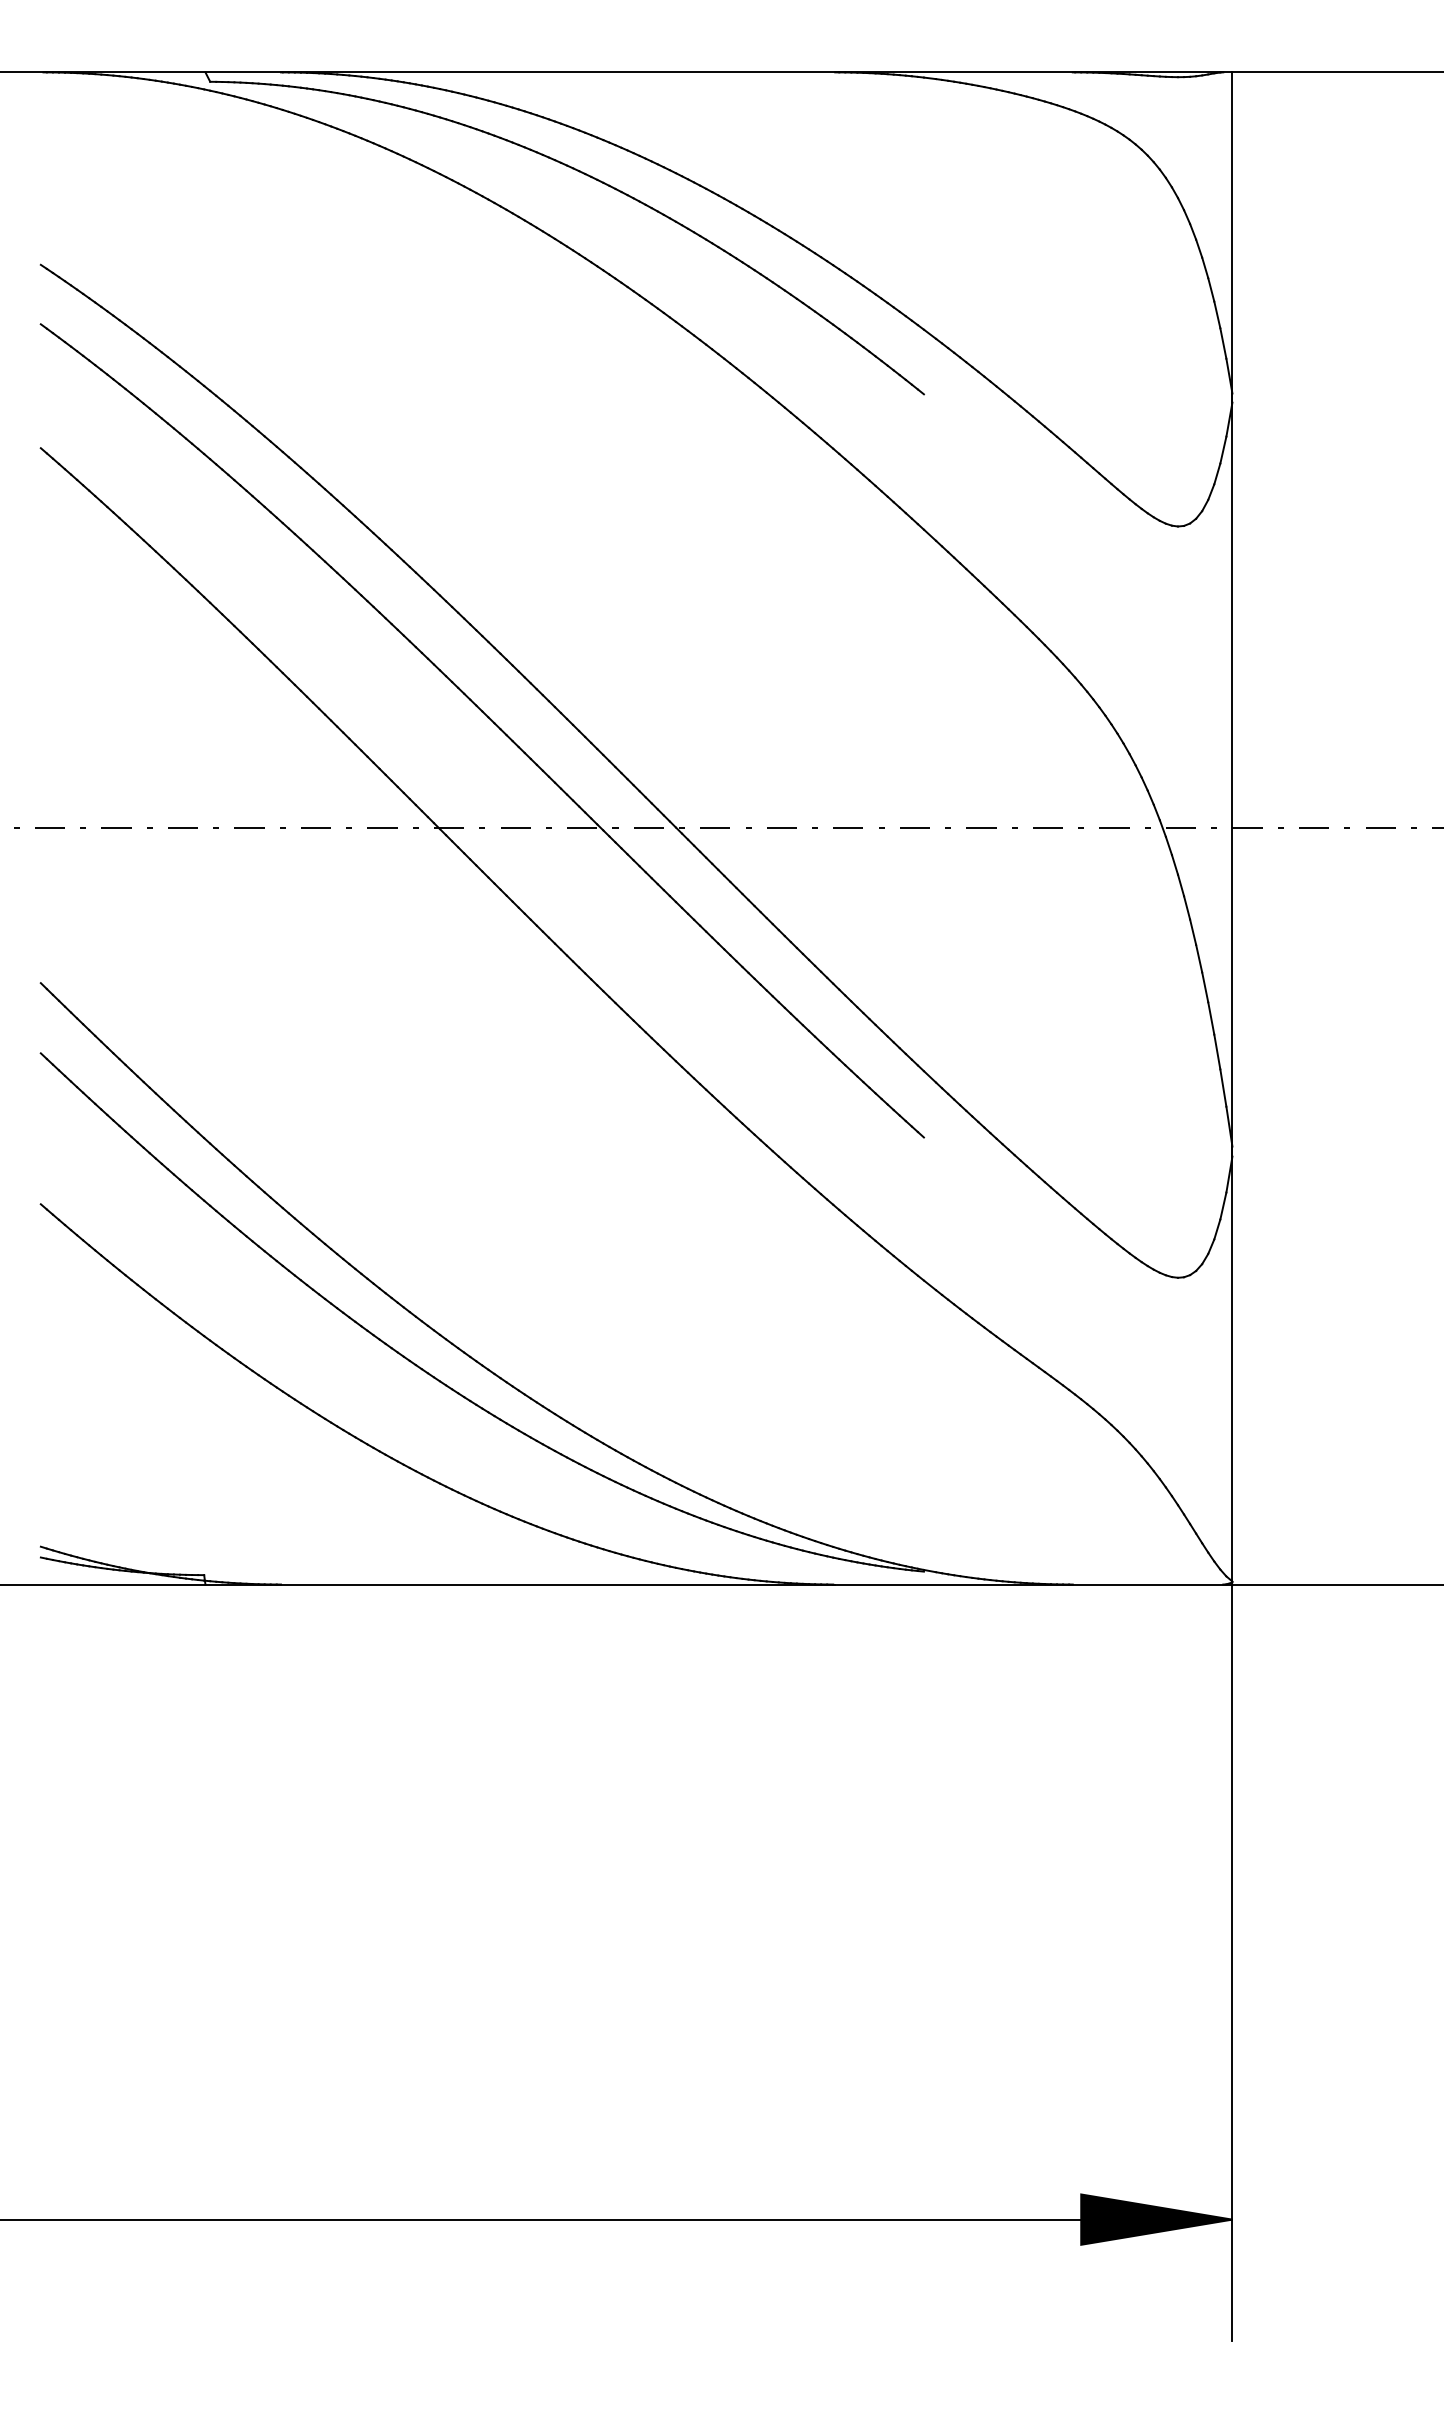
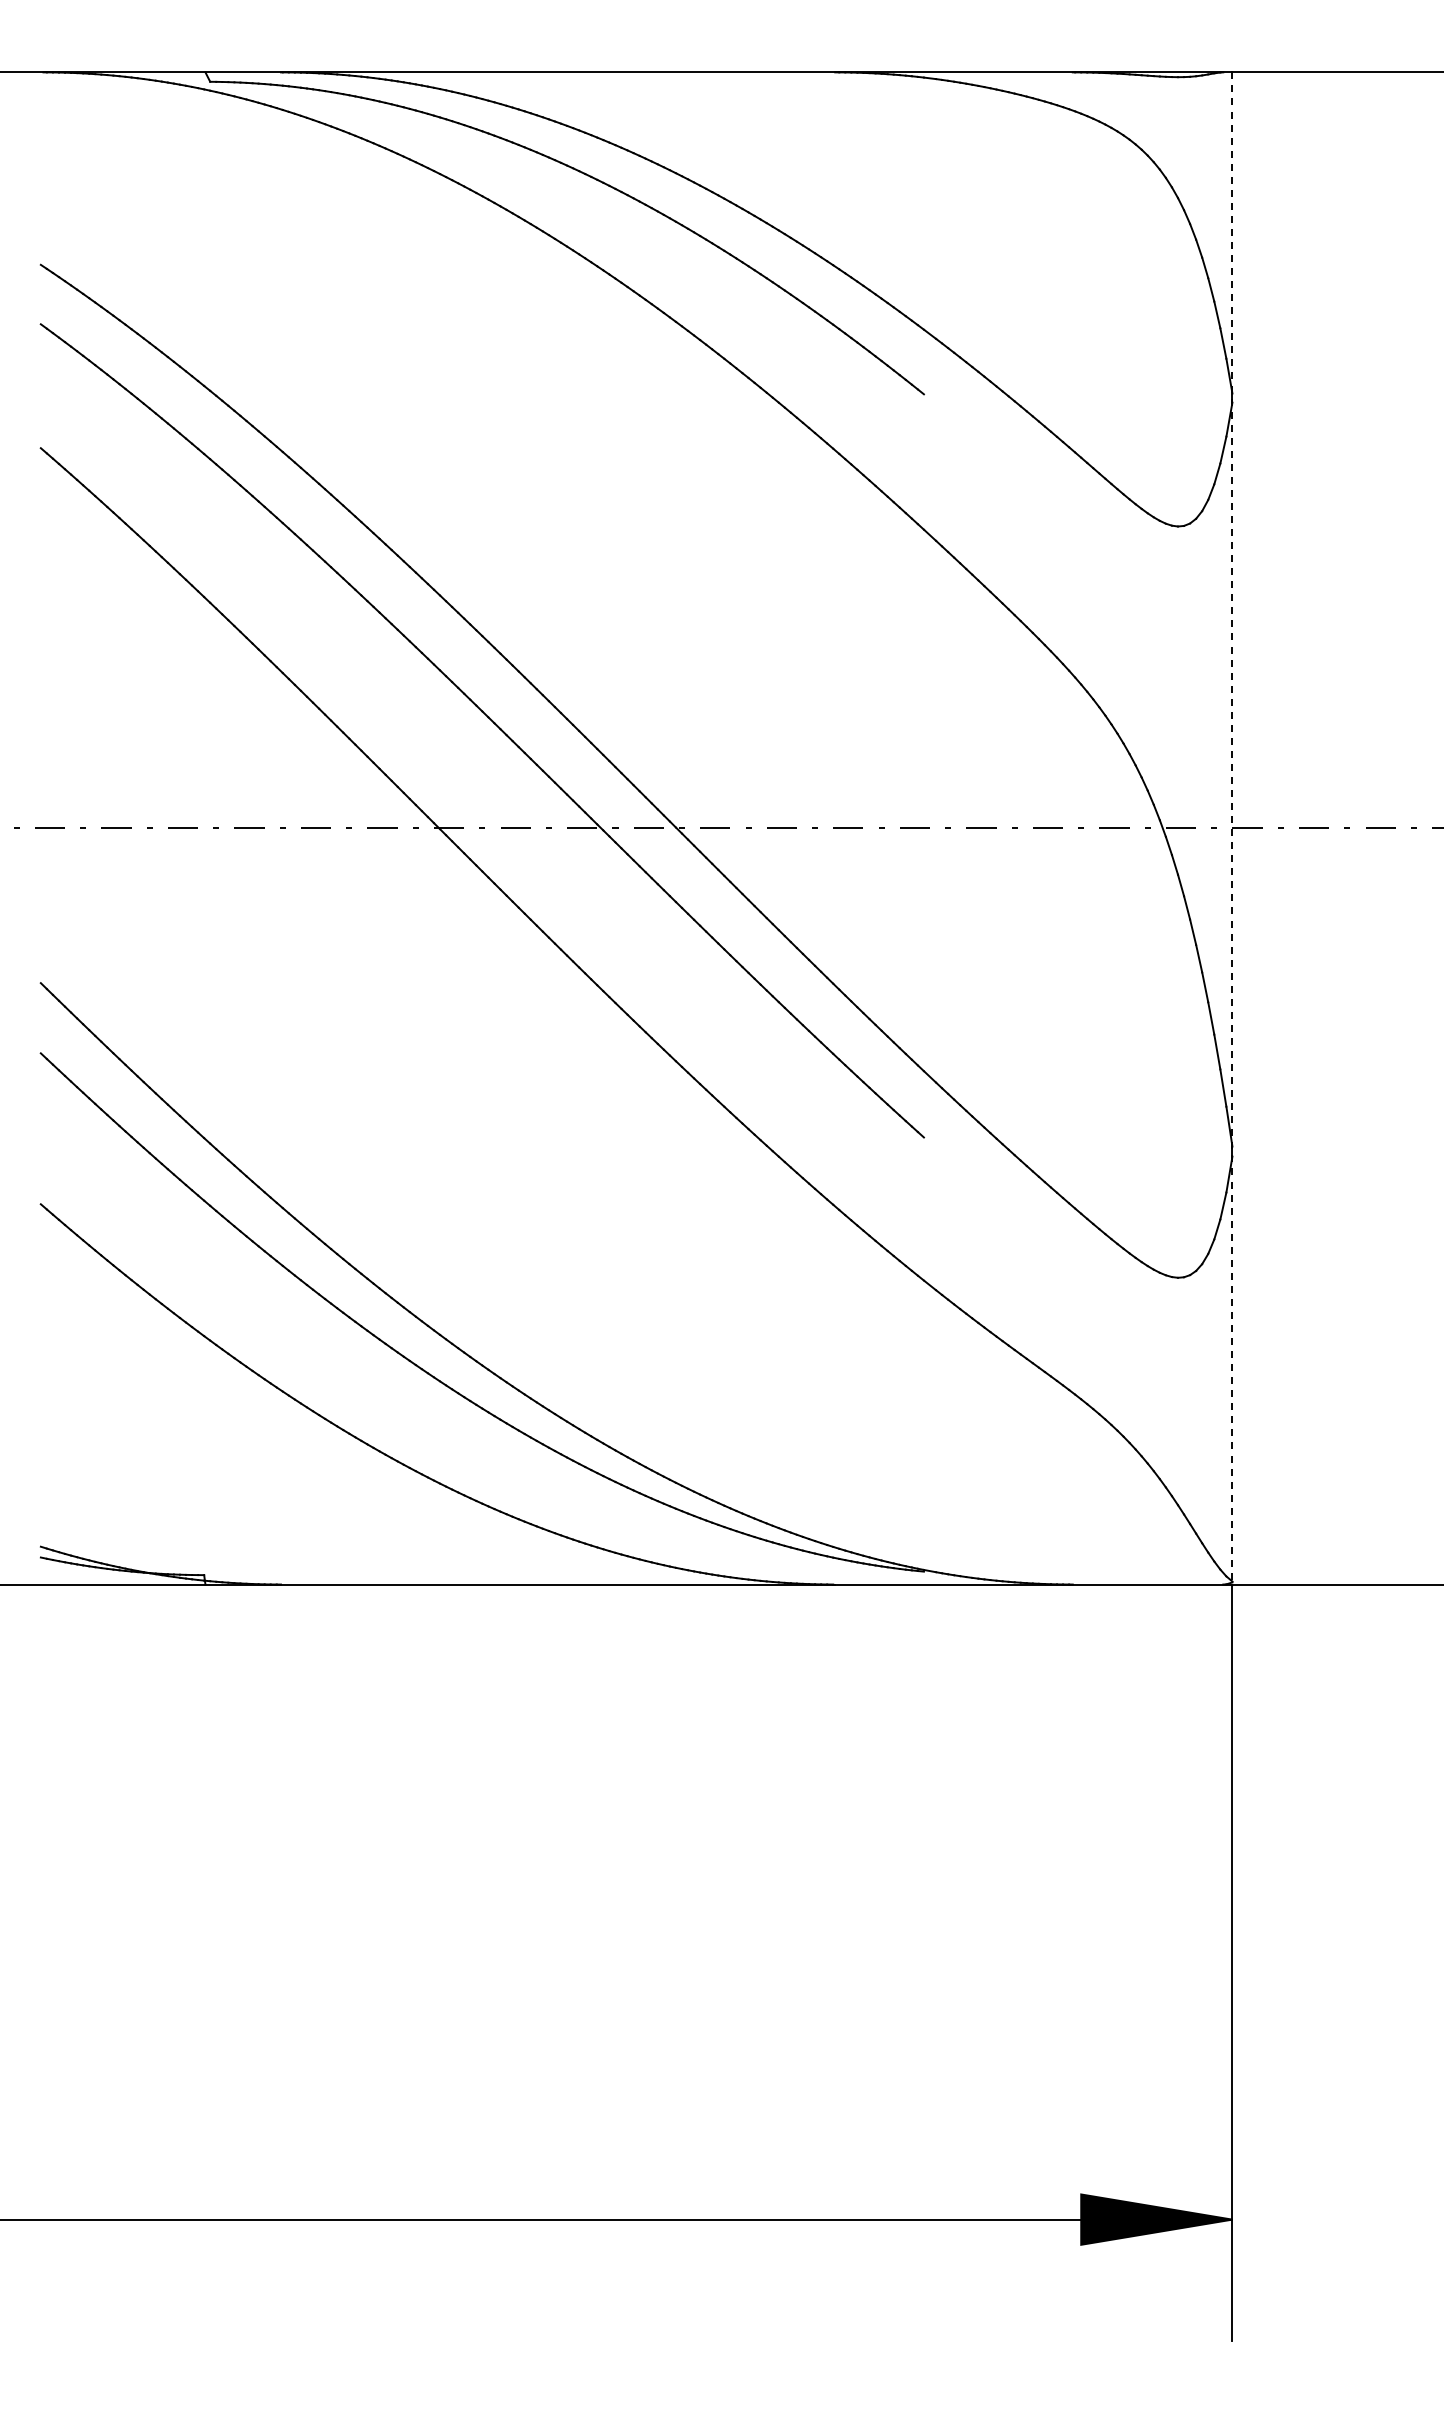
line at (1232, 828): solid -> dashed
